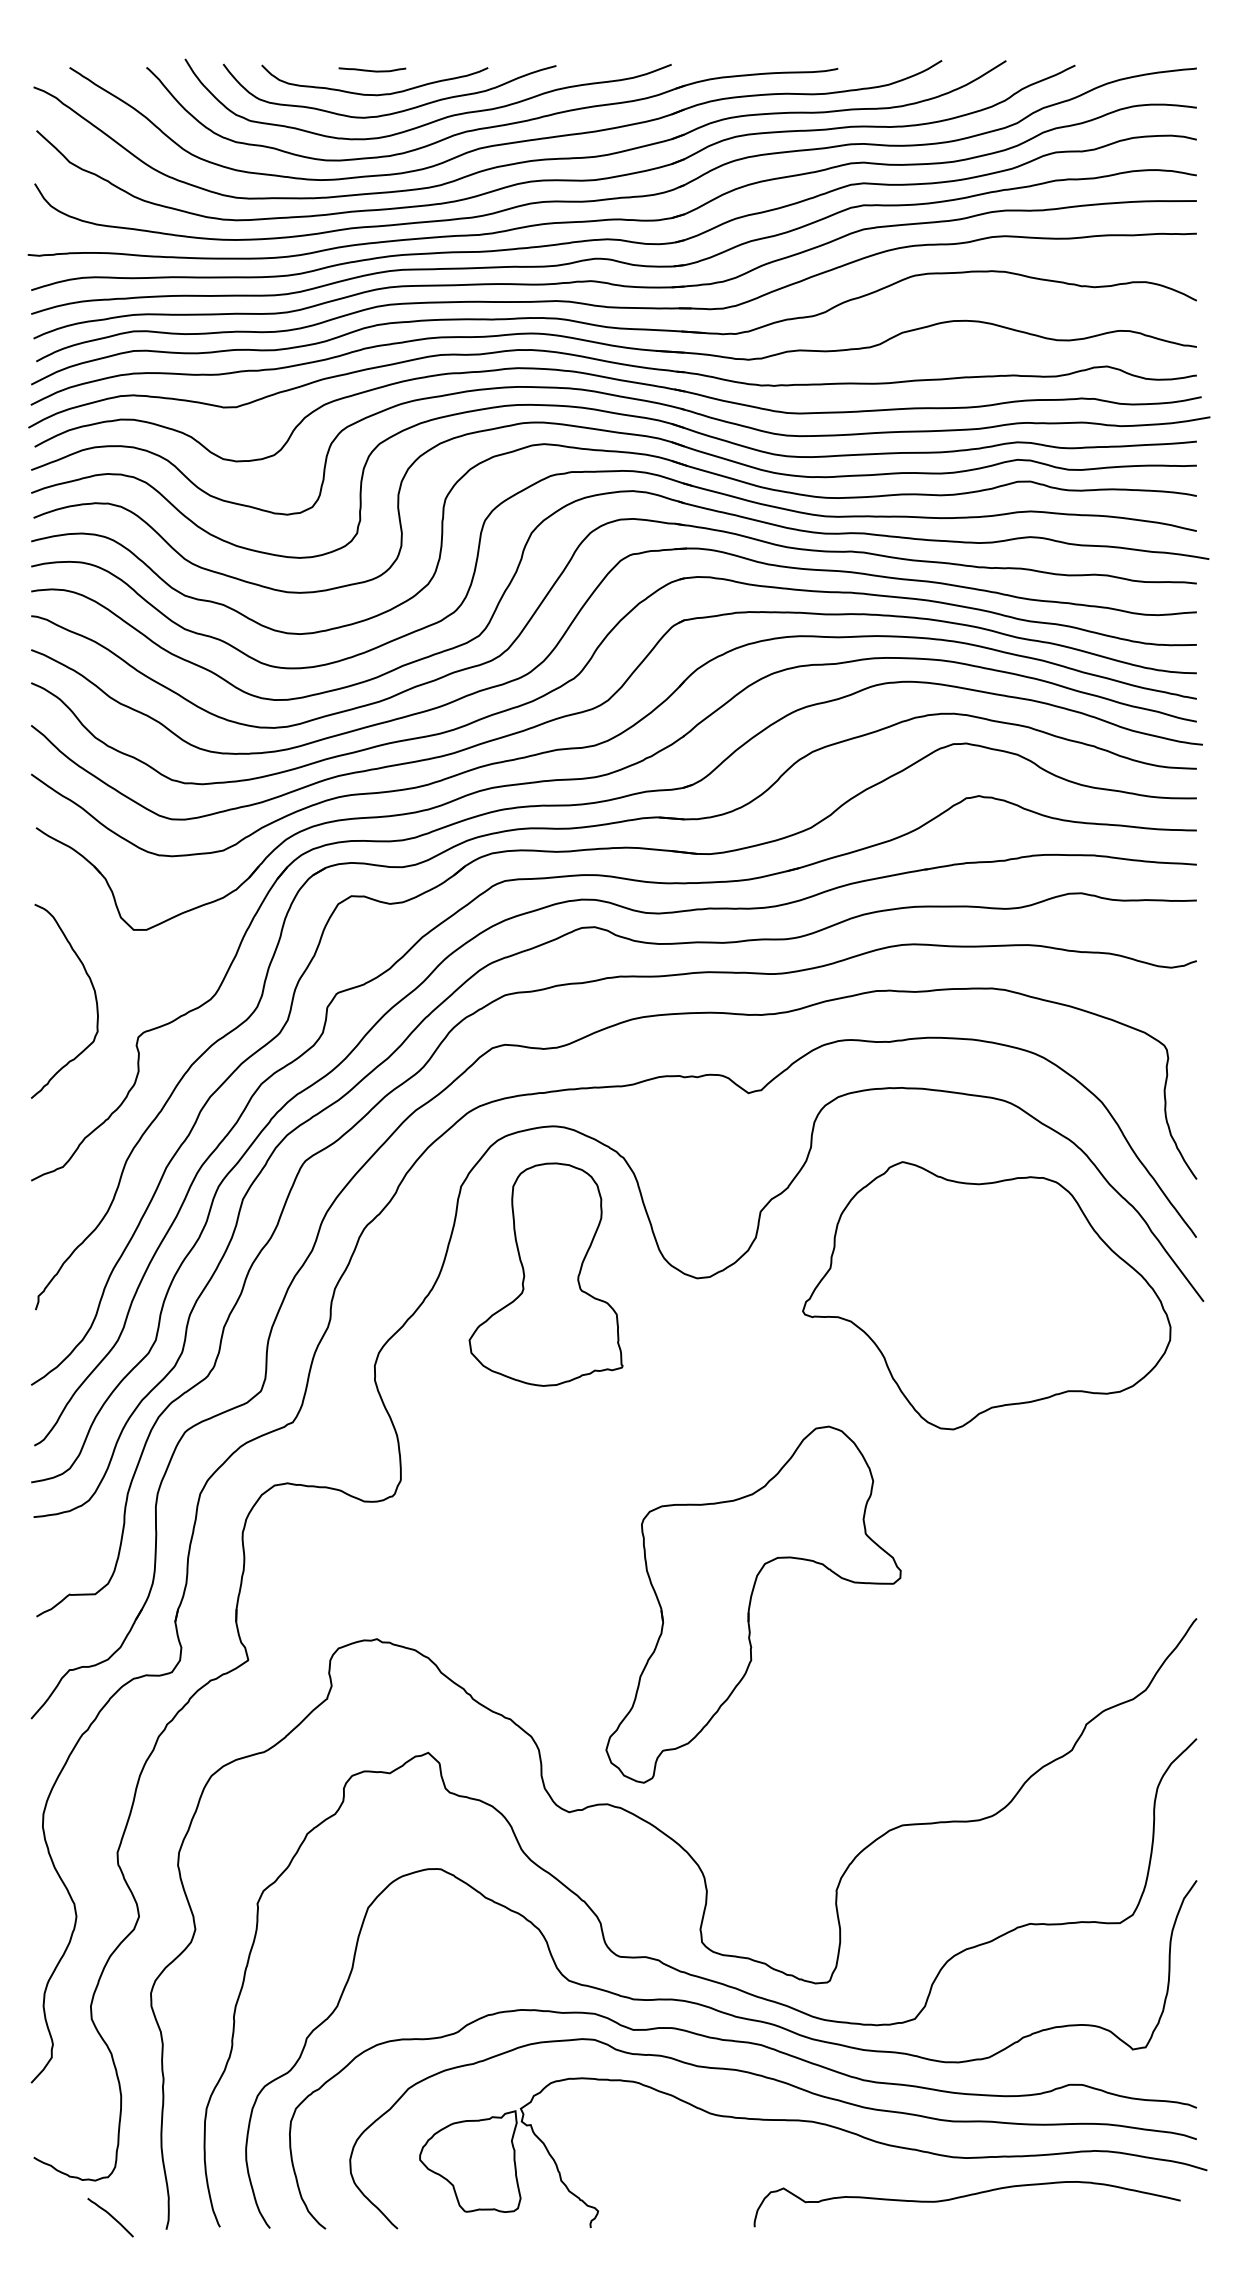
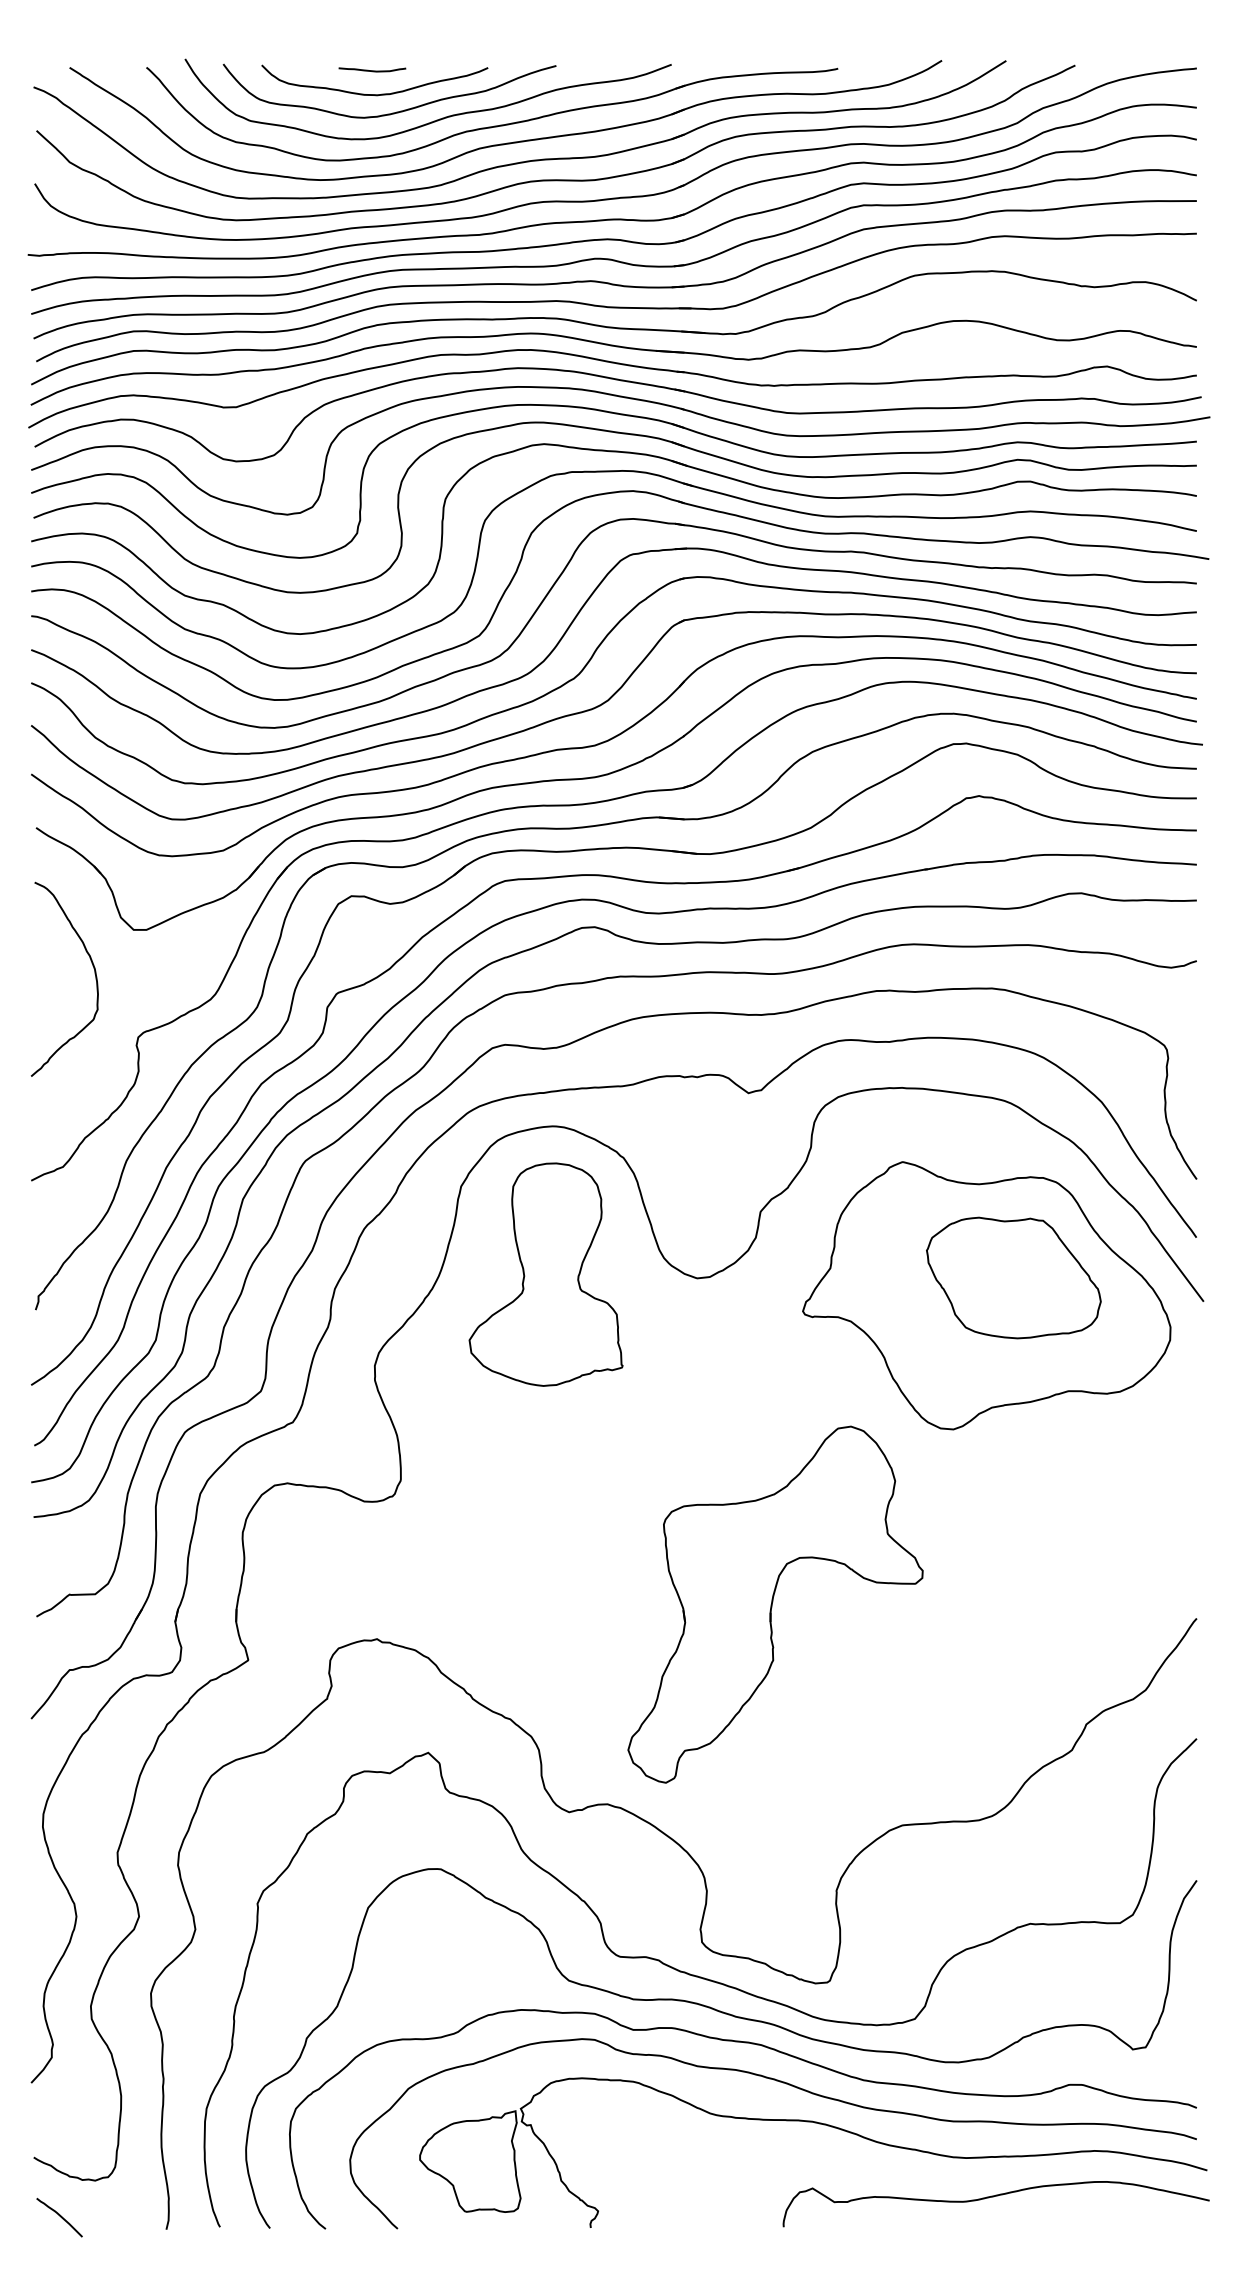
curve at (94, 996) position: (94, 996) -> (94, 974)
part at (1013, 1277): none -> present
part at (753, 1604) position: (753, 1604) -> (775, 1604)
curve at (964, 2197) position: (964, 2197) -> (993, 2197)
curve at (110, 2216) position: (110, 2216) -> (59, 2216)
